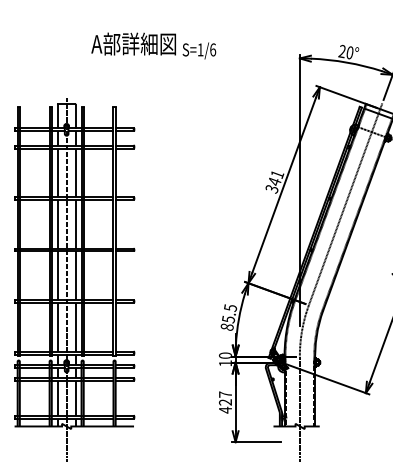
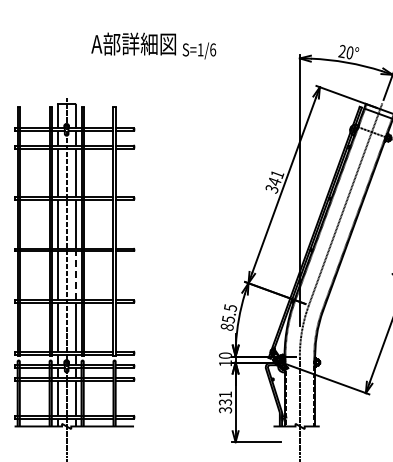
line at (75, 275): solid -> dashed
text at (225, 402): 427 -> 331
